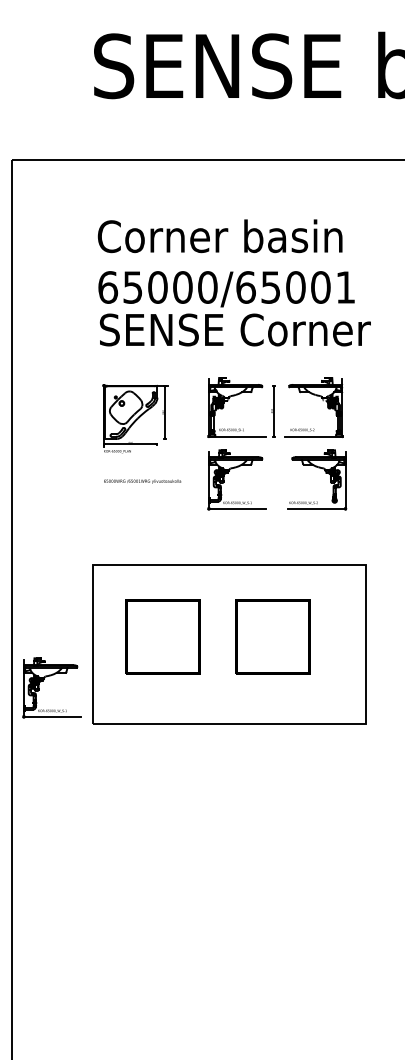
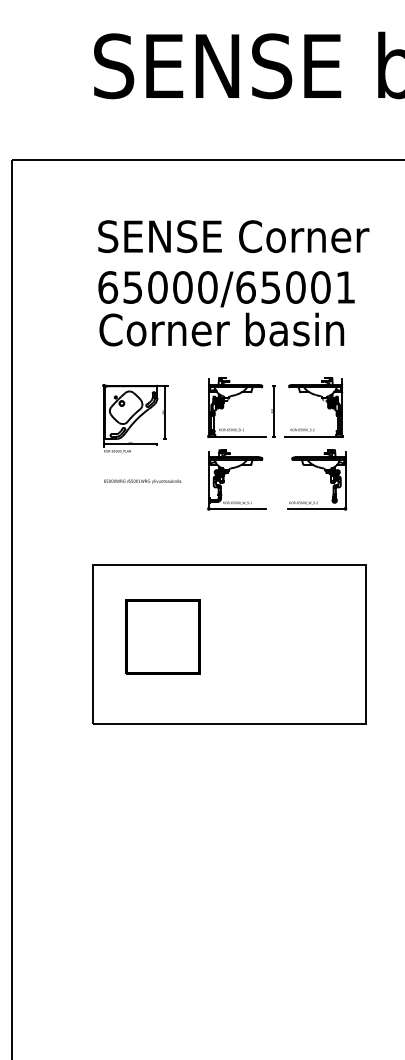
text at (233, 236): Corner basin -> SENSE Corner
text at (234, 329): SENSE Corner -> Corner basin
part at (272, 636): present -> none
part at (44, 680): present -> none
